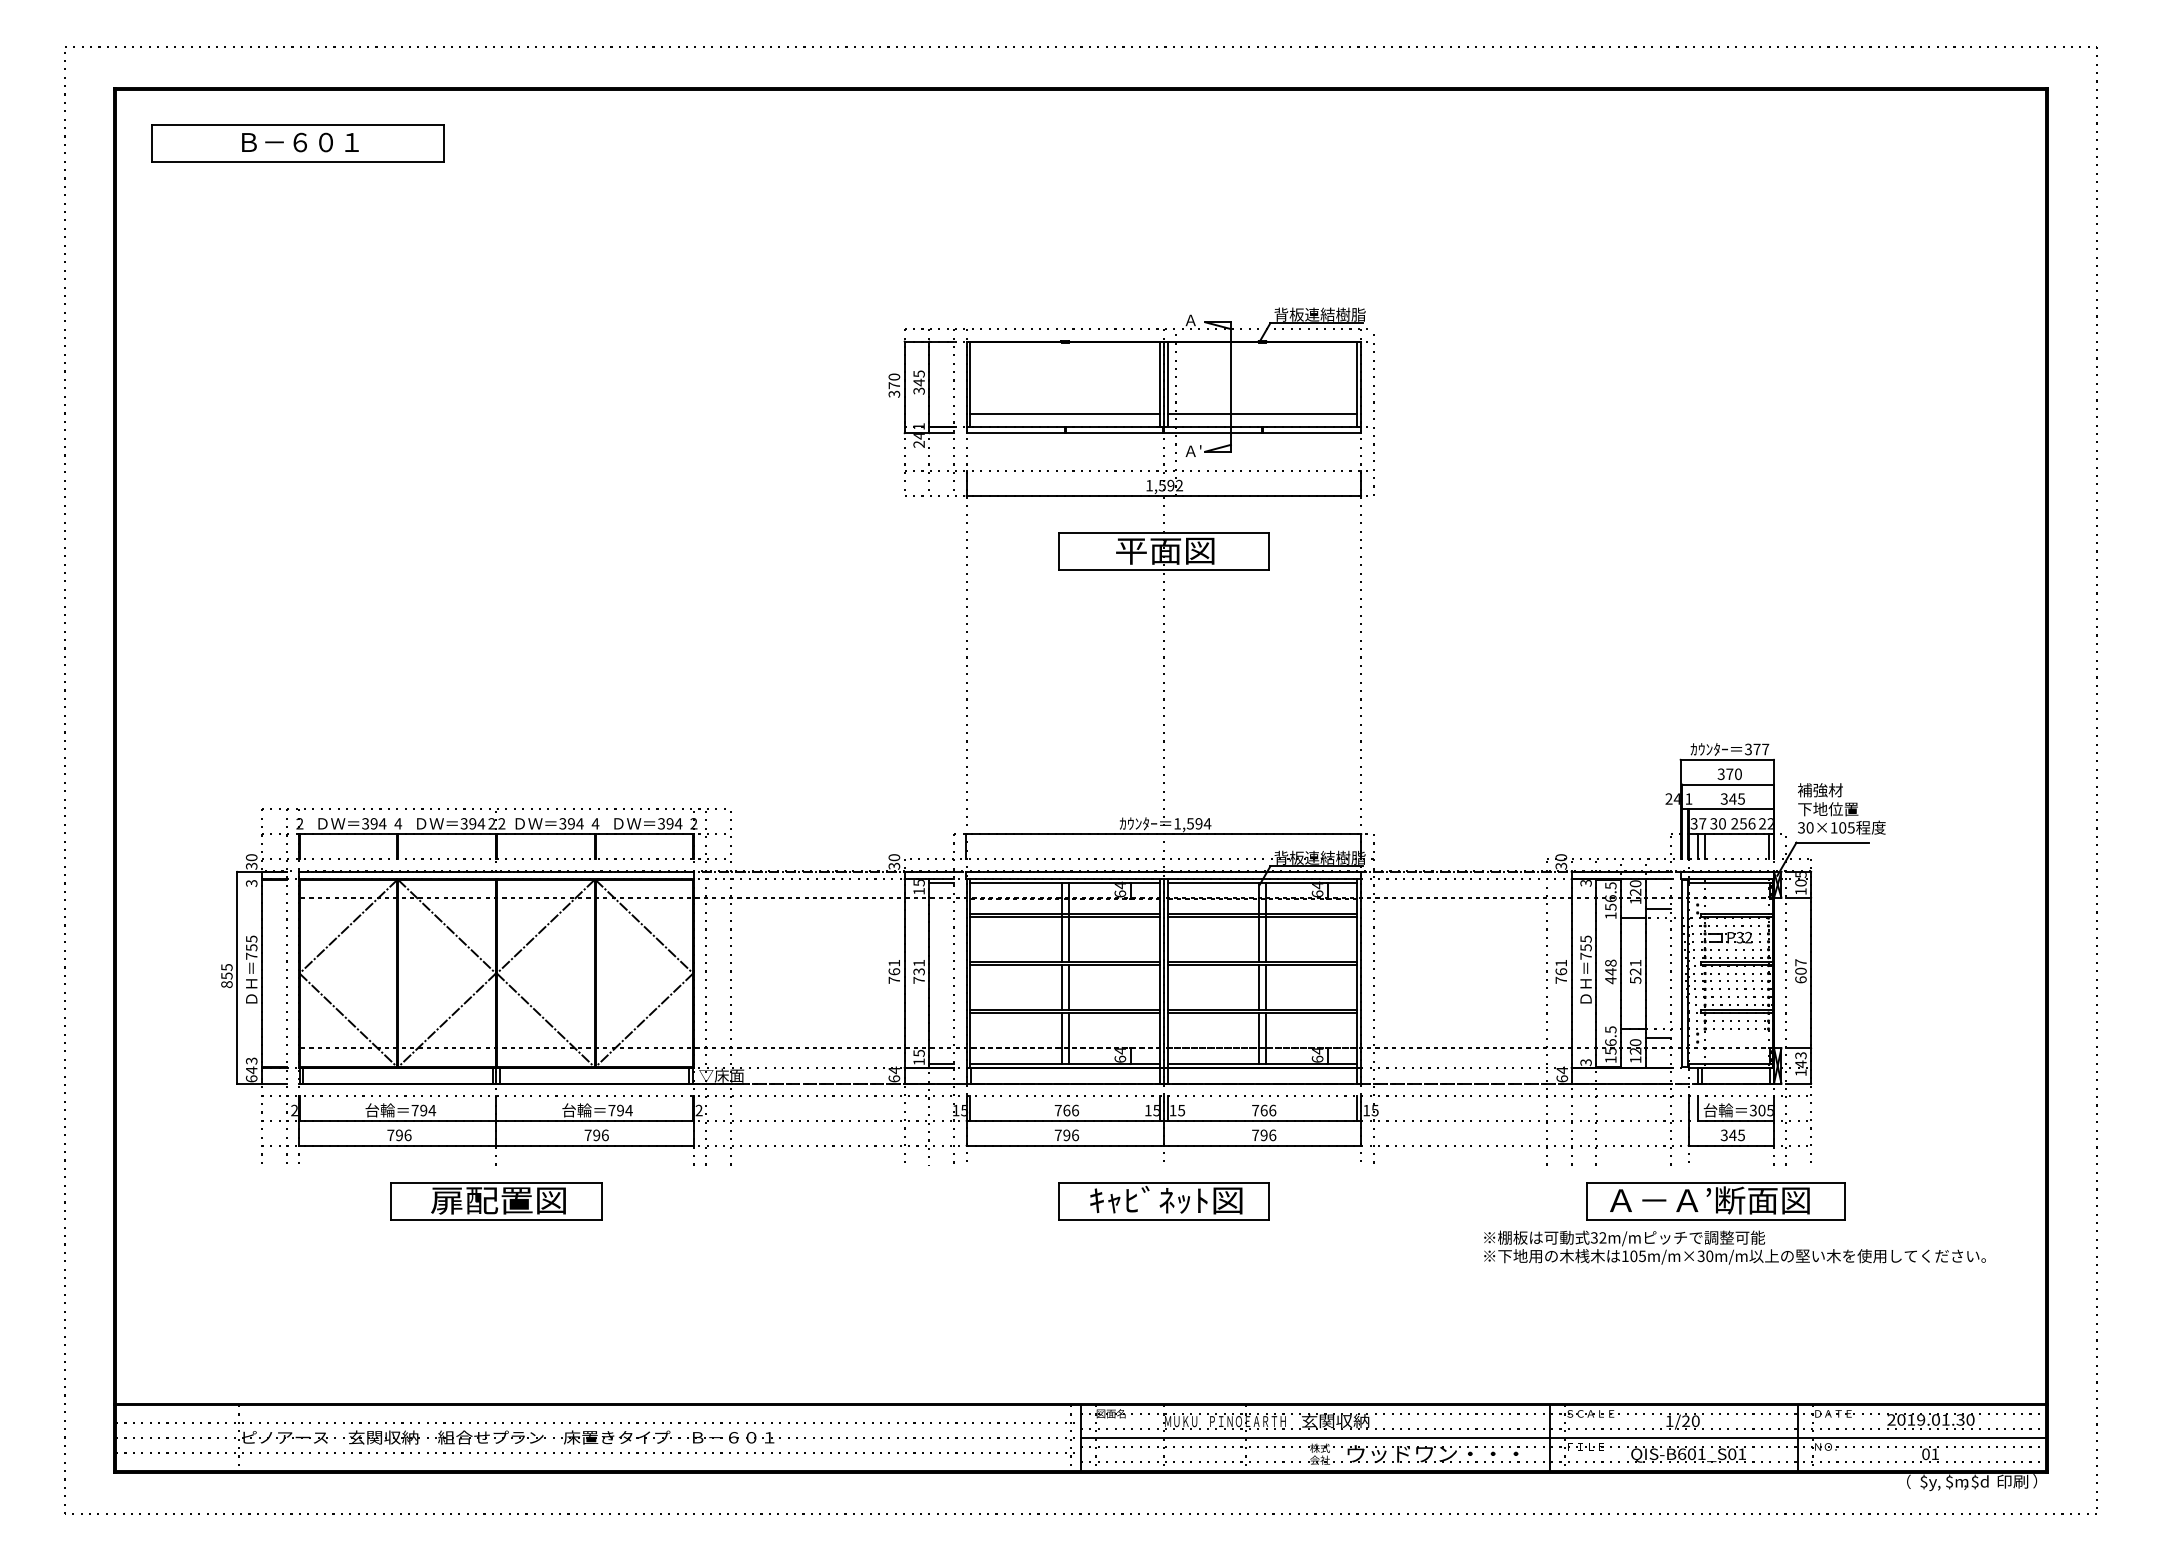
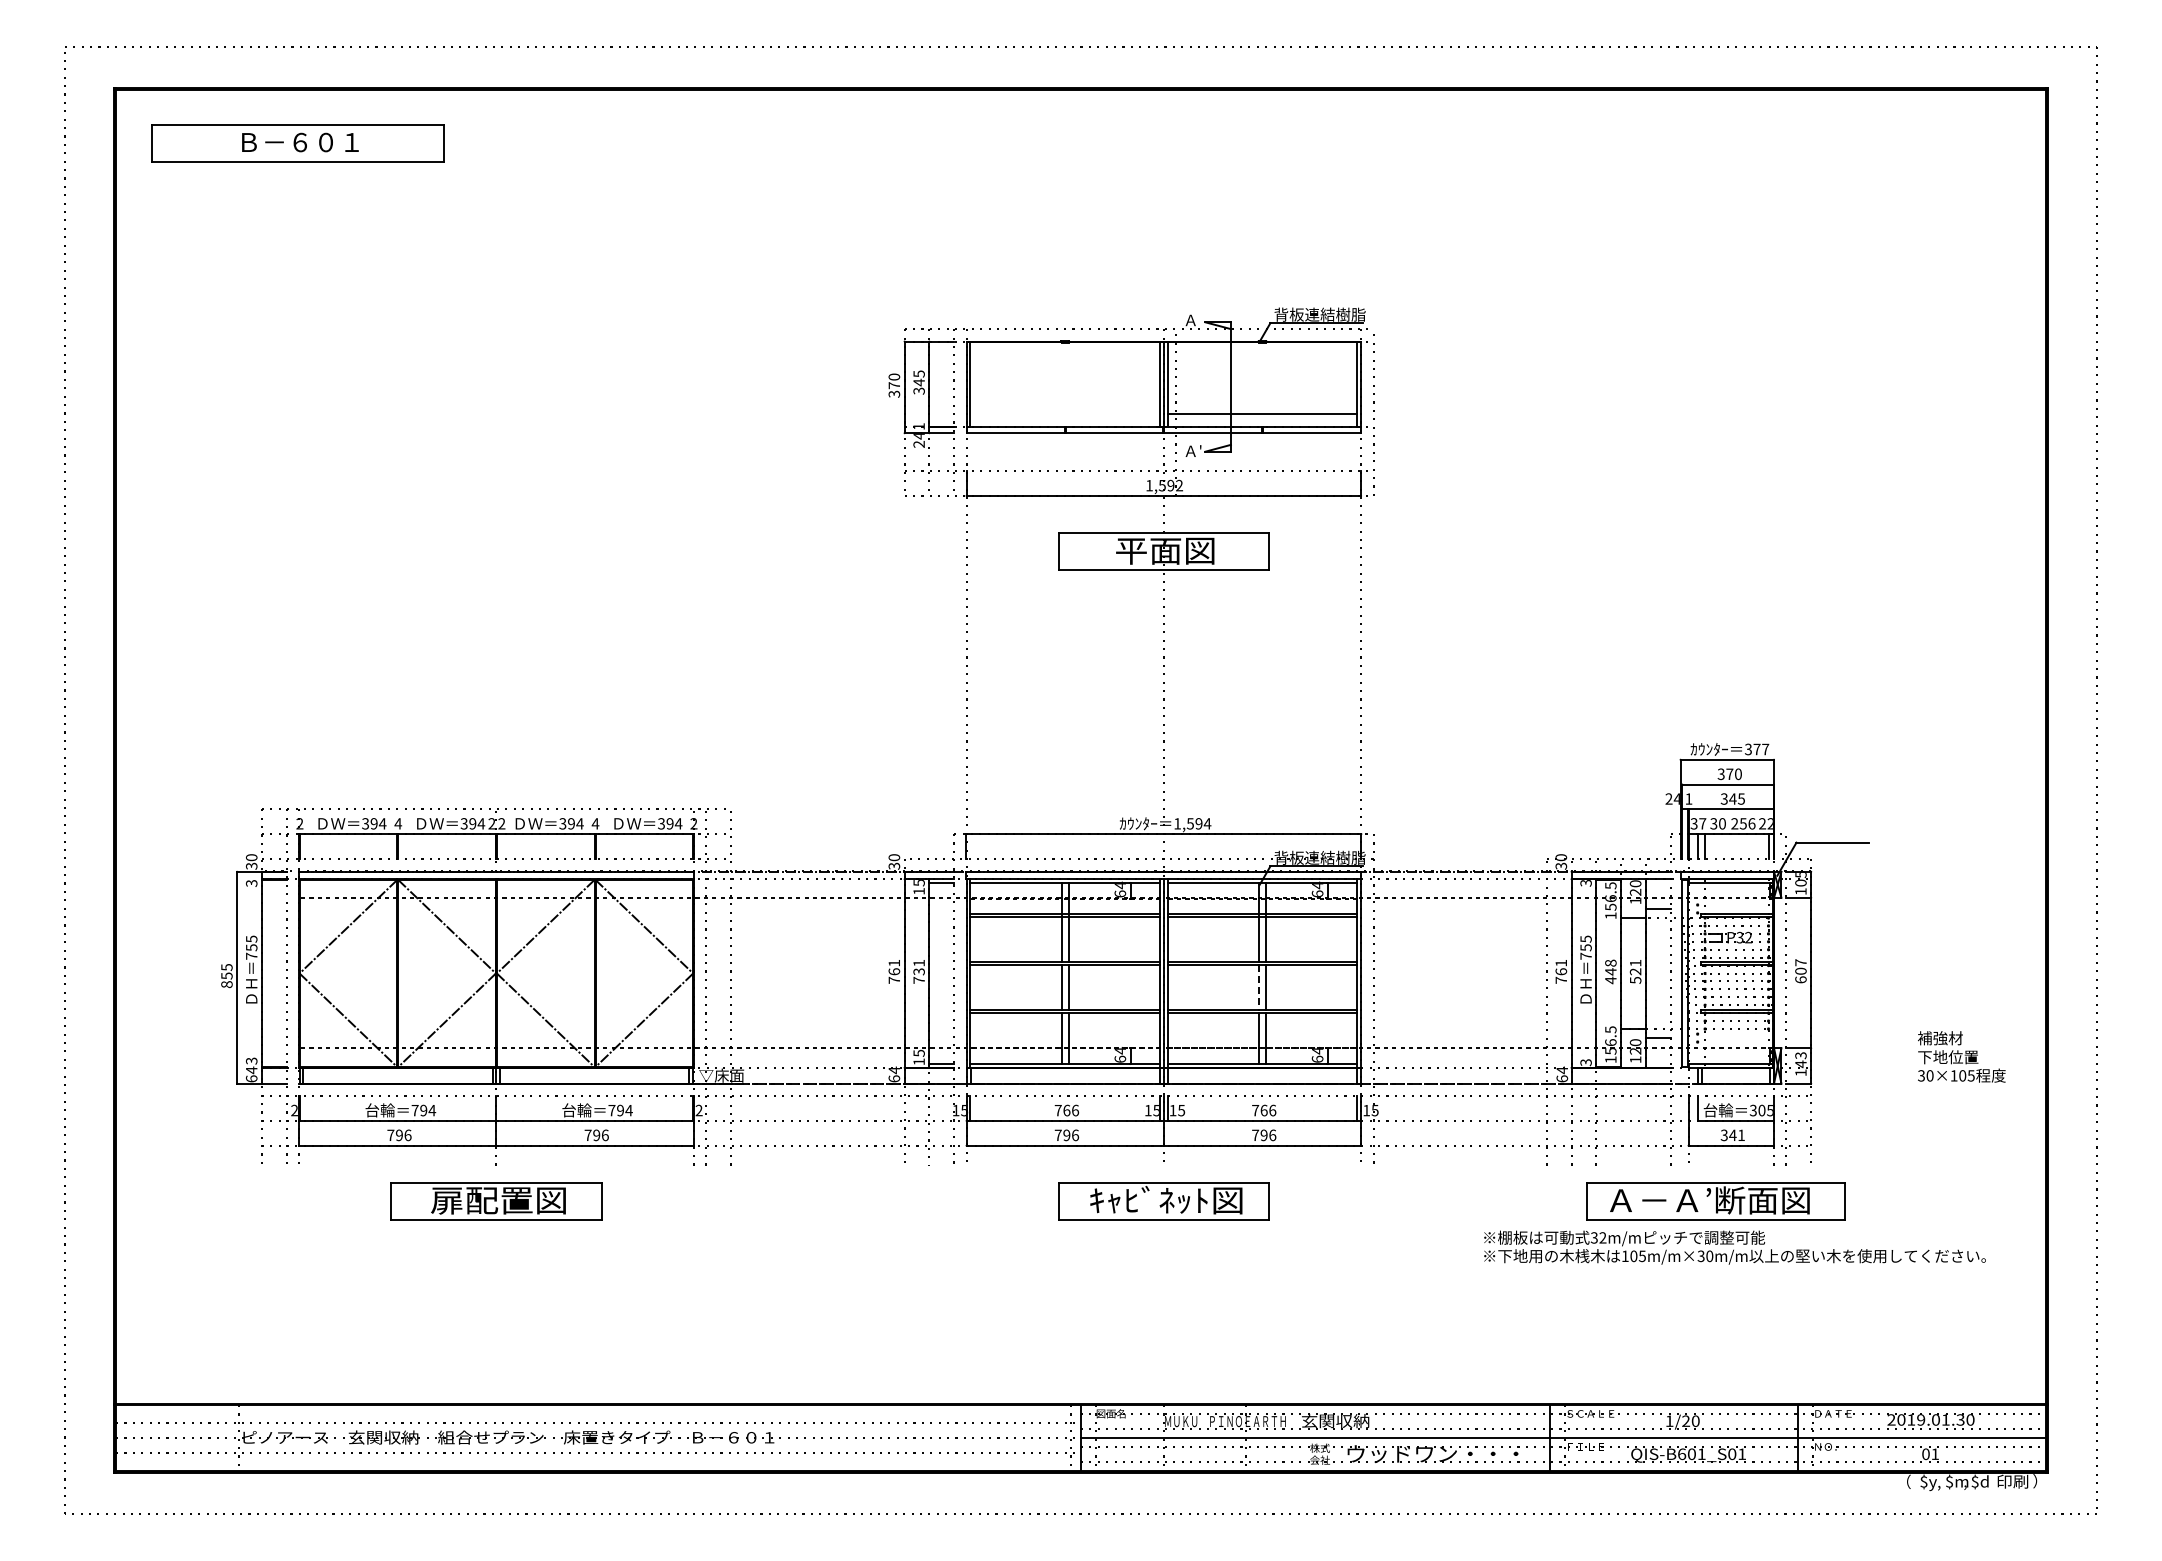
line at (1065, 414): present -> none
text at (1841, 808) position: (1841, 808) -> (1961, 1056)
line at (1259, 987): solid -> dashed
text at (1741, 1135): 345 -> 341
